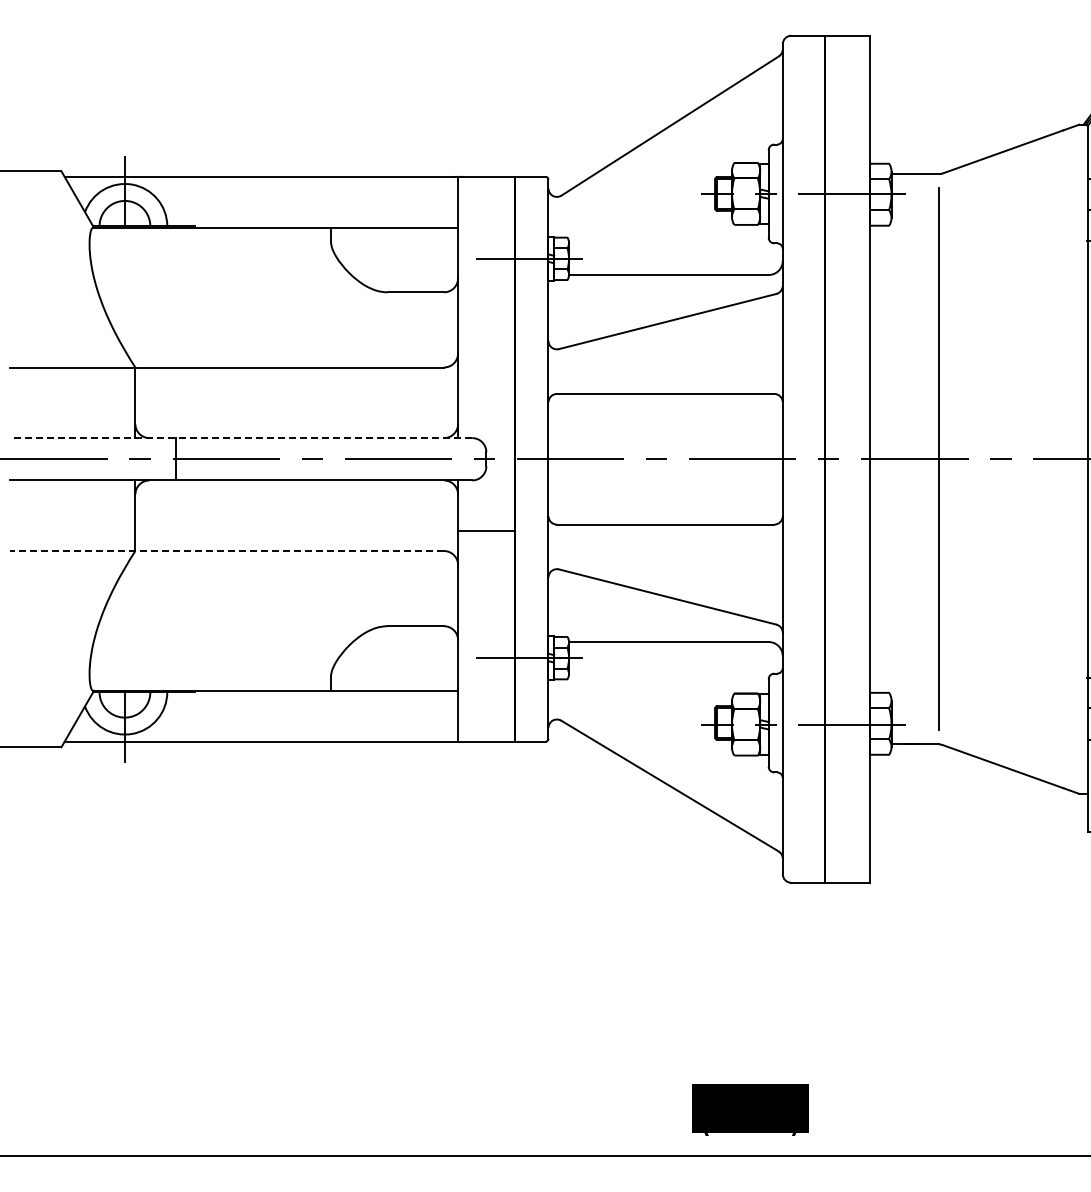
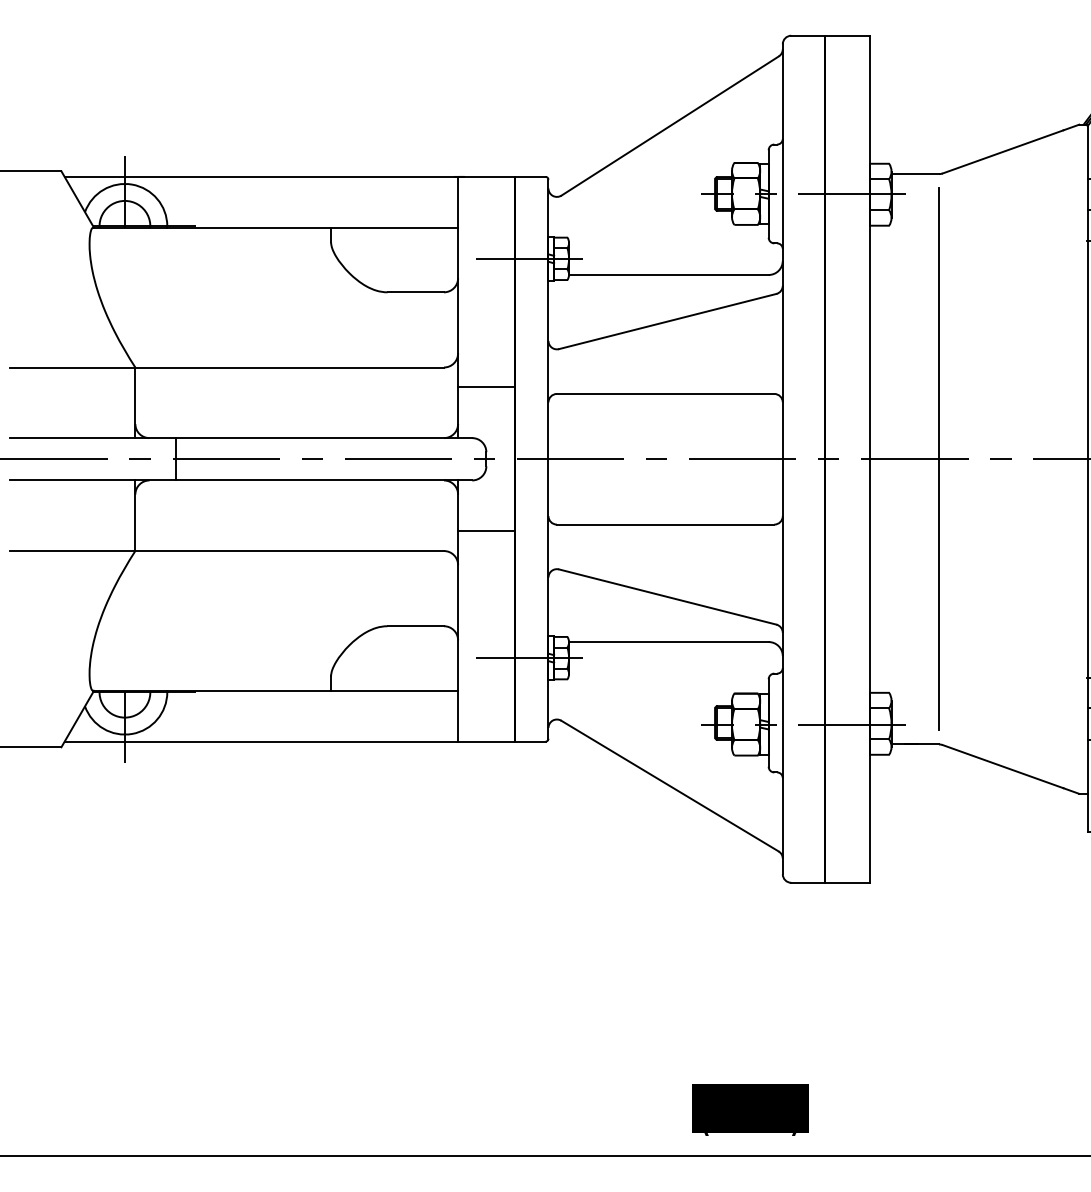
line at (486, 387): none -> present
line at (240, 438): dashed -> solid
line at (226, 551): dashed -> solid
